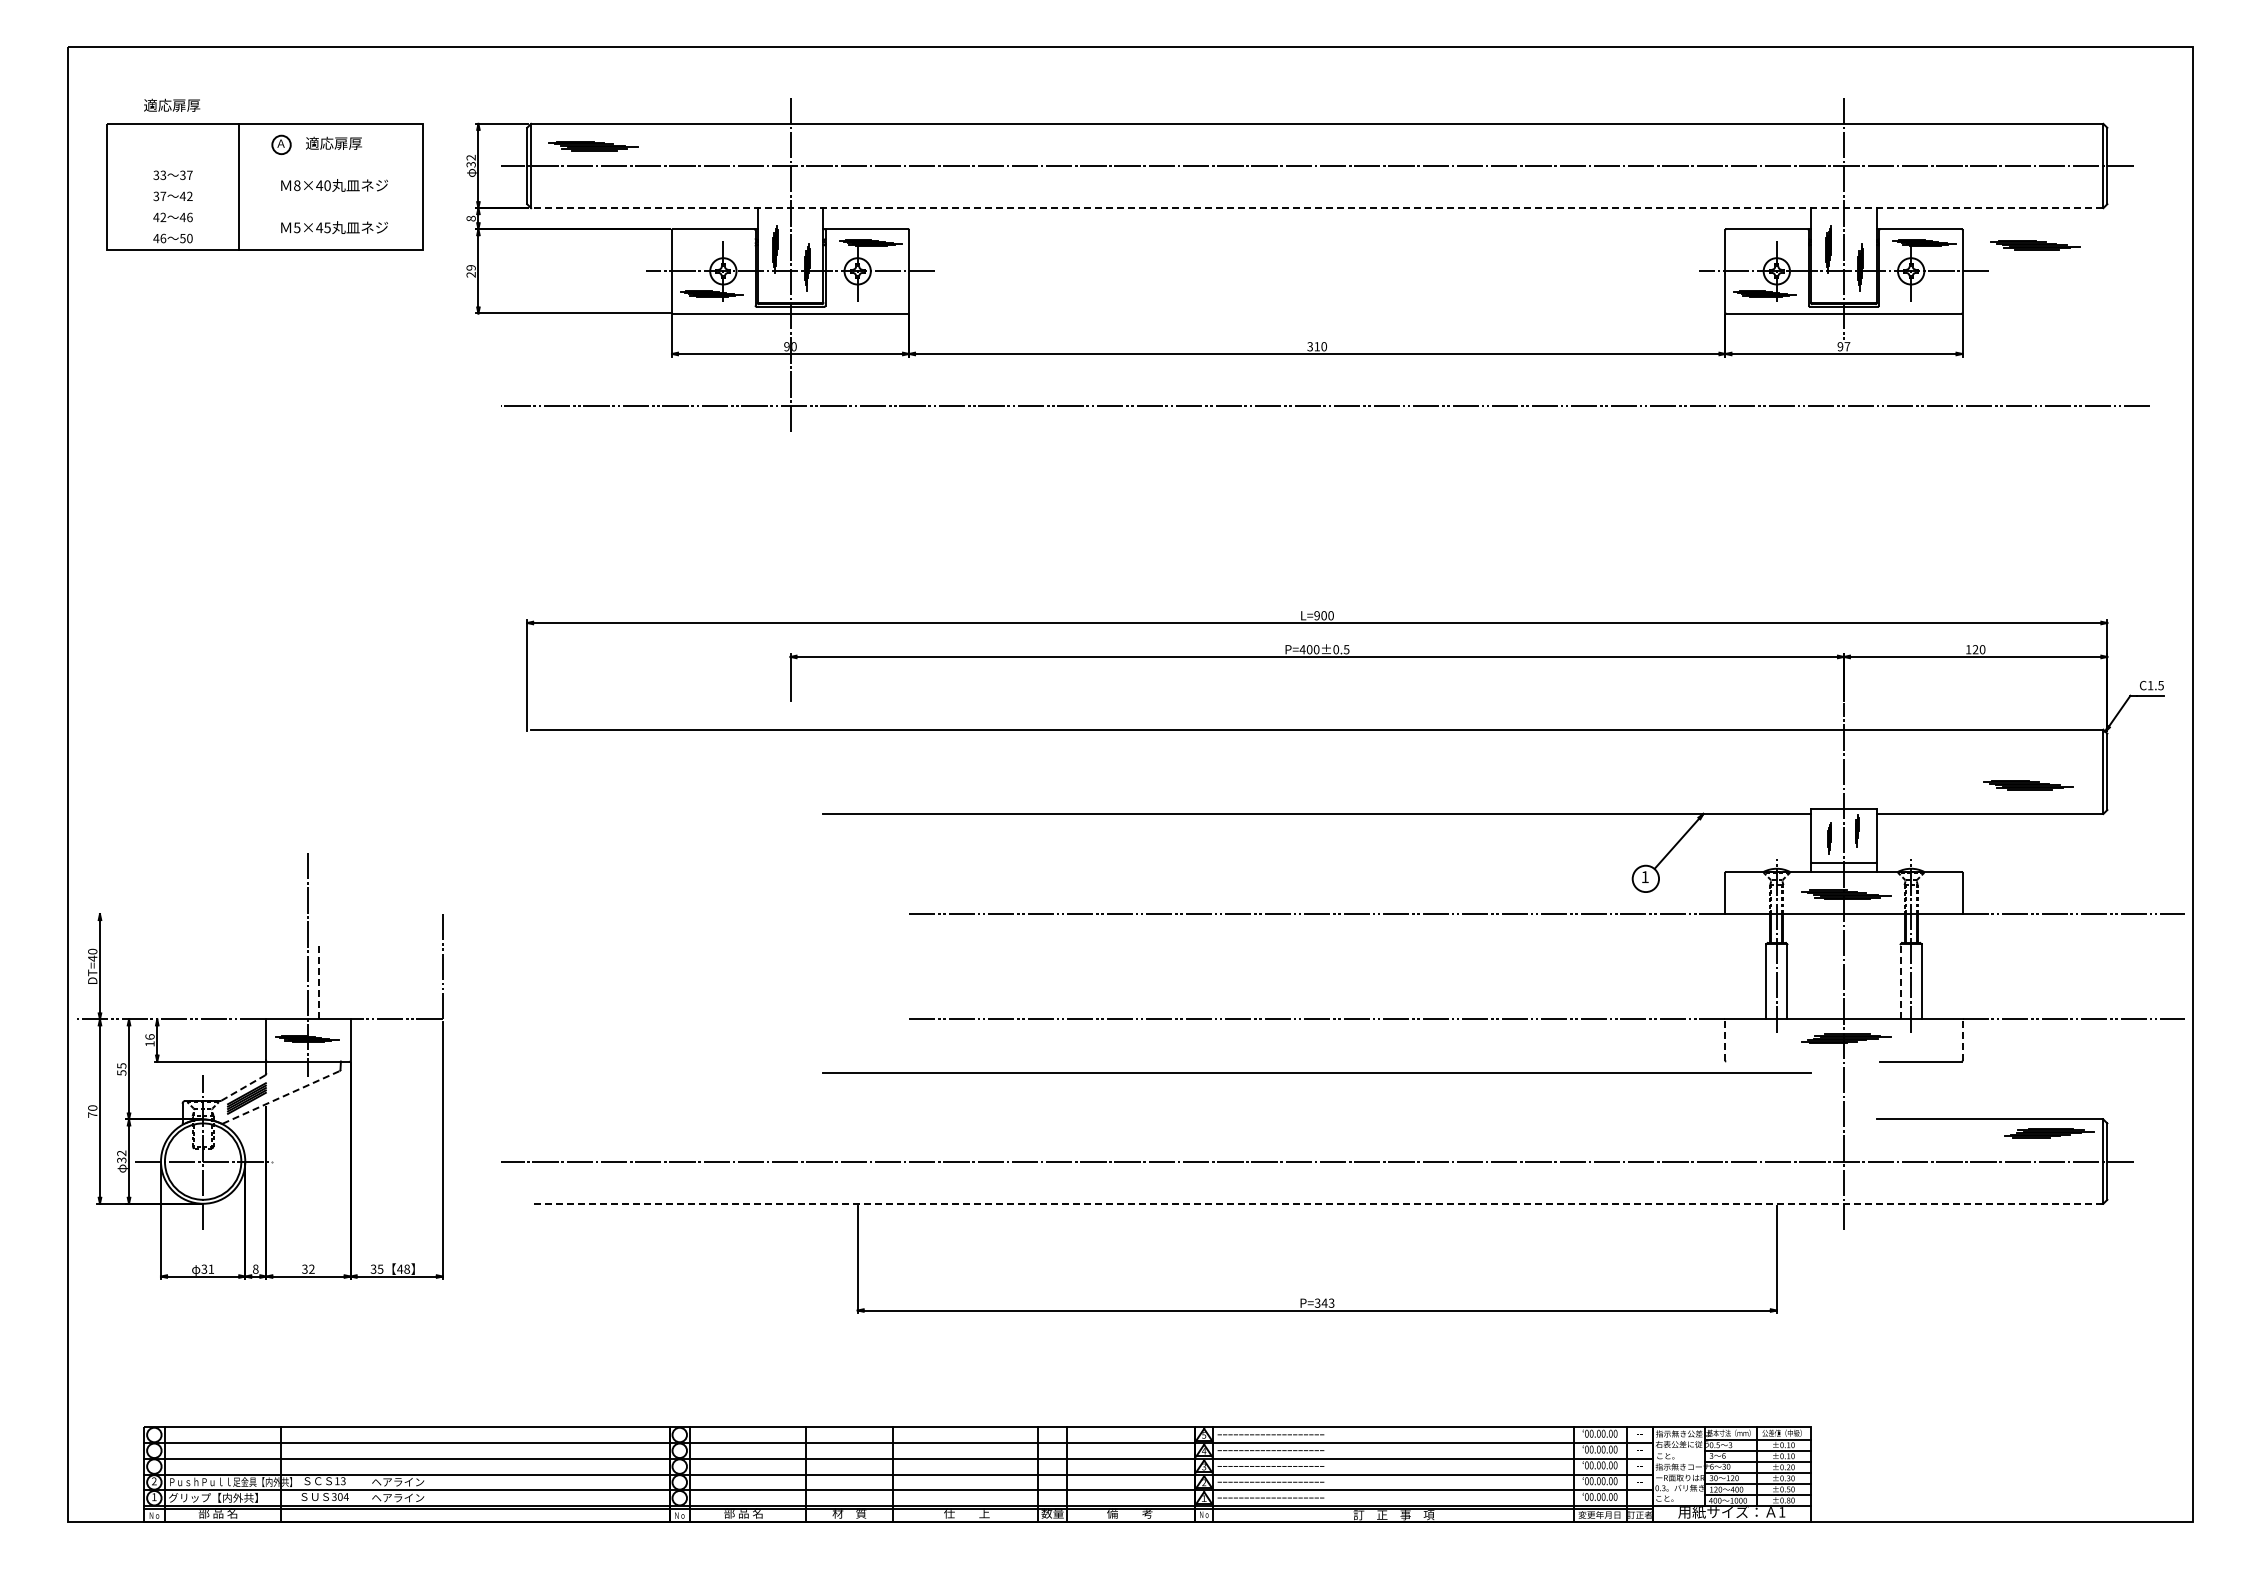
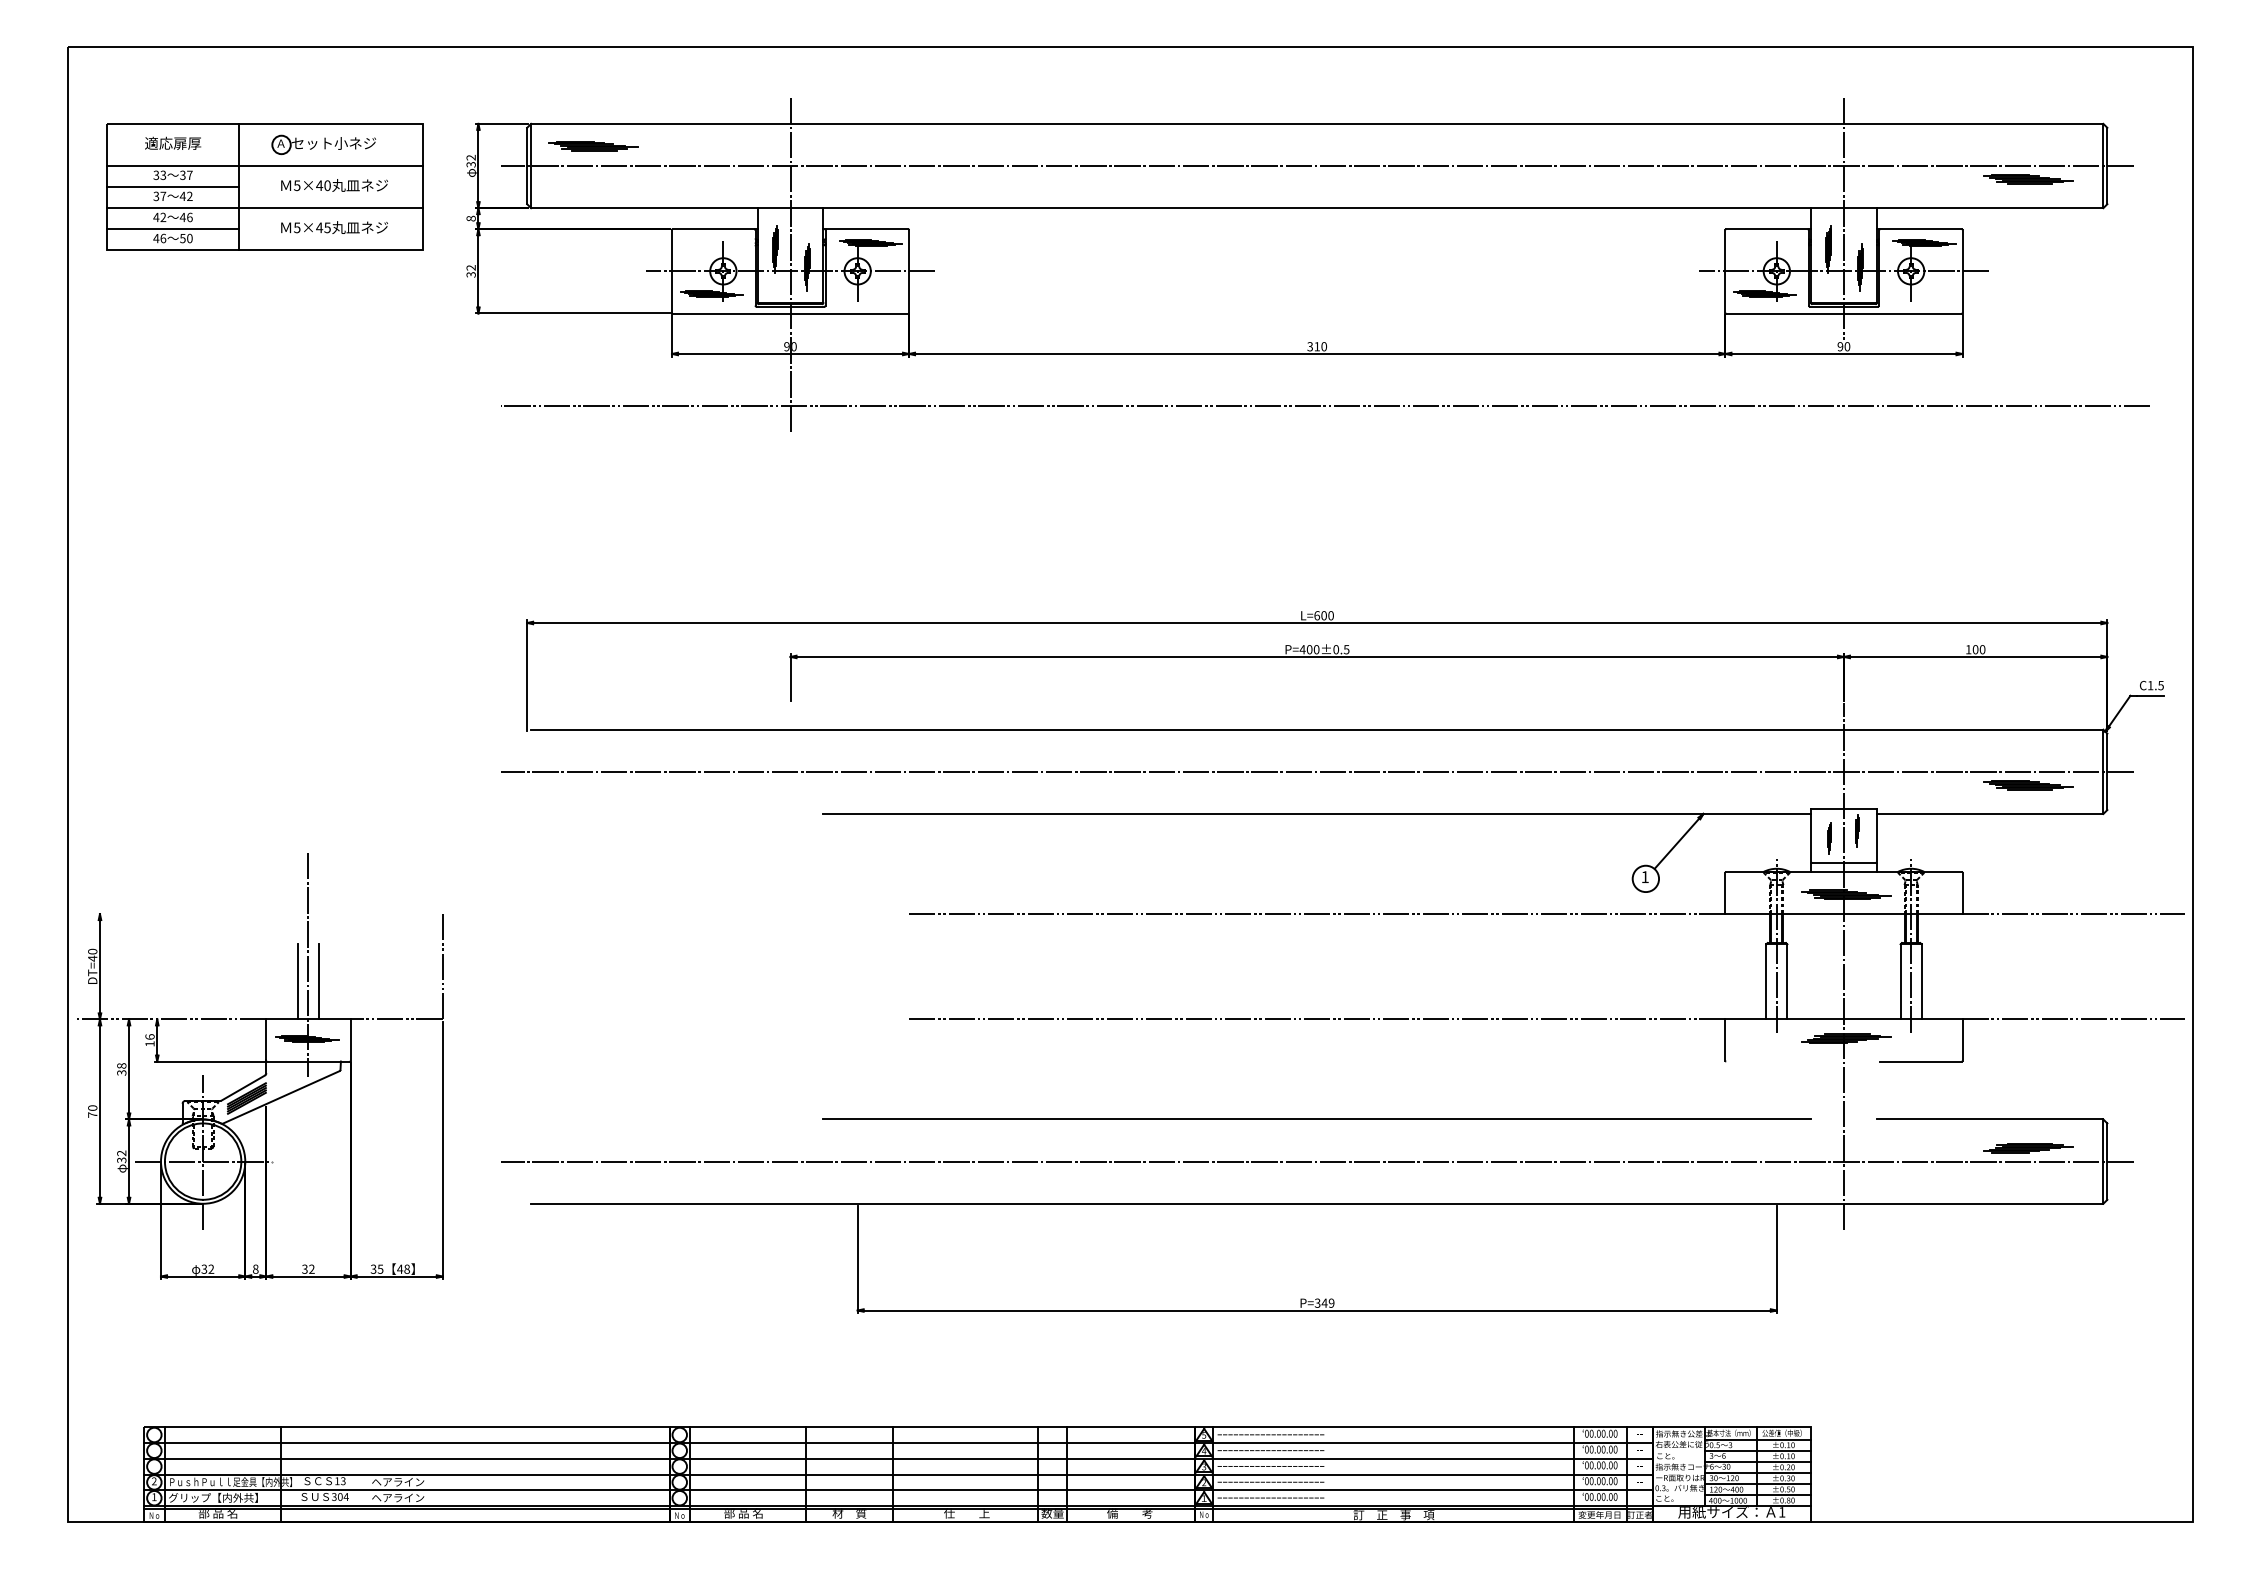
text at (172, 104) position: (172, 104) -> (173, 142)
text at (334, 142): 適応扉厚 -> セット小ネジ
line at (265, 166): none -> present
text at (297, 185): 8×40 -> 5×40
line at (173, 187): none -> present
line at (265, 208): none -> present
line at (1316, 208): dashed -> solid
line at (173, 229): none -> present
part at (2035, 245) position: (2035, 245) -> (2028, 179)
text at (471, 271): 29 -> 32
text at (1847, 346): 97 -> 90
text at (1317, 615): L=900 -> L=600
text at (1975, 649): 120 -> 100
line at (1316, 771): none -> present
line at (297, 981): none -> present
line at (319, 981): dashed -> solid
line at (1900, 981): dashed -> solid
line at (1725, 1040): dashed -> solid
line at (1962, 1040): dashed -> solid
text at (121, 1069): 55 -> 38
line at (1316, 1072) position: (1316, 1072) -> (1316, 1118)
line at (243, 1087): dashed -> solid
line at (281, 1097): dashed -> solid
part at (2049, 1133) position: (2049, 1133) -> (2028, 1148)
line at (1316, 1203): dashed -> solid
text at (211, 1268): 31 -> 32
text at (1331, 1302): P=343 -> P=349
